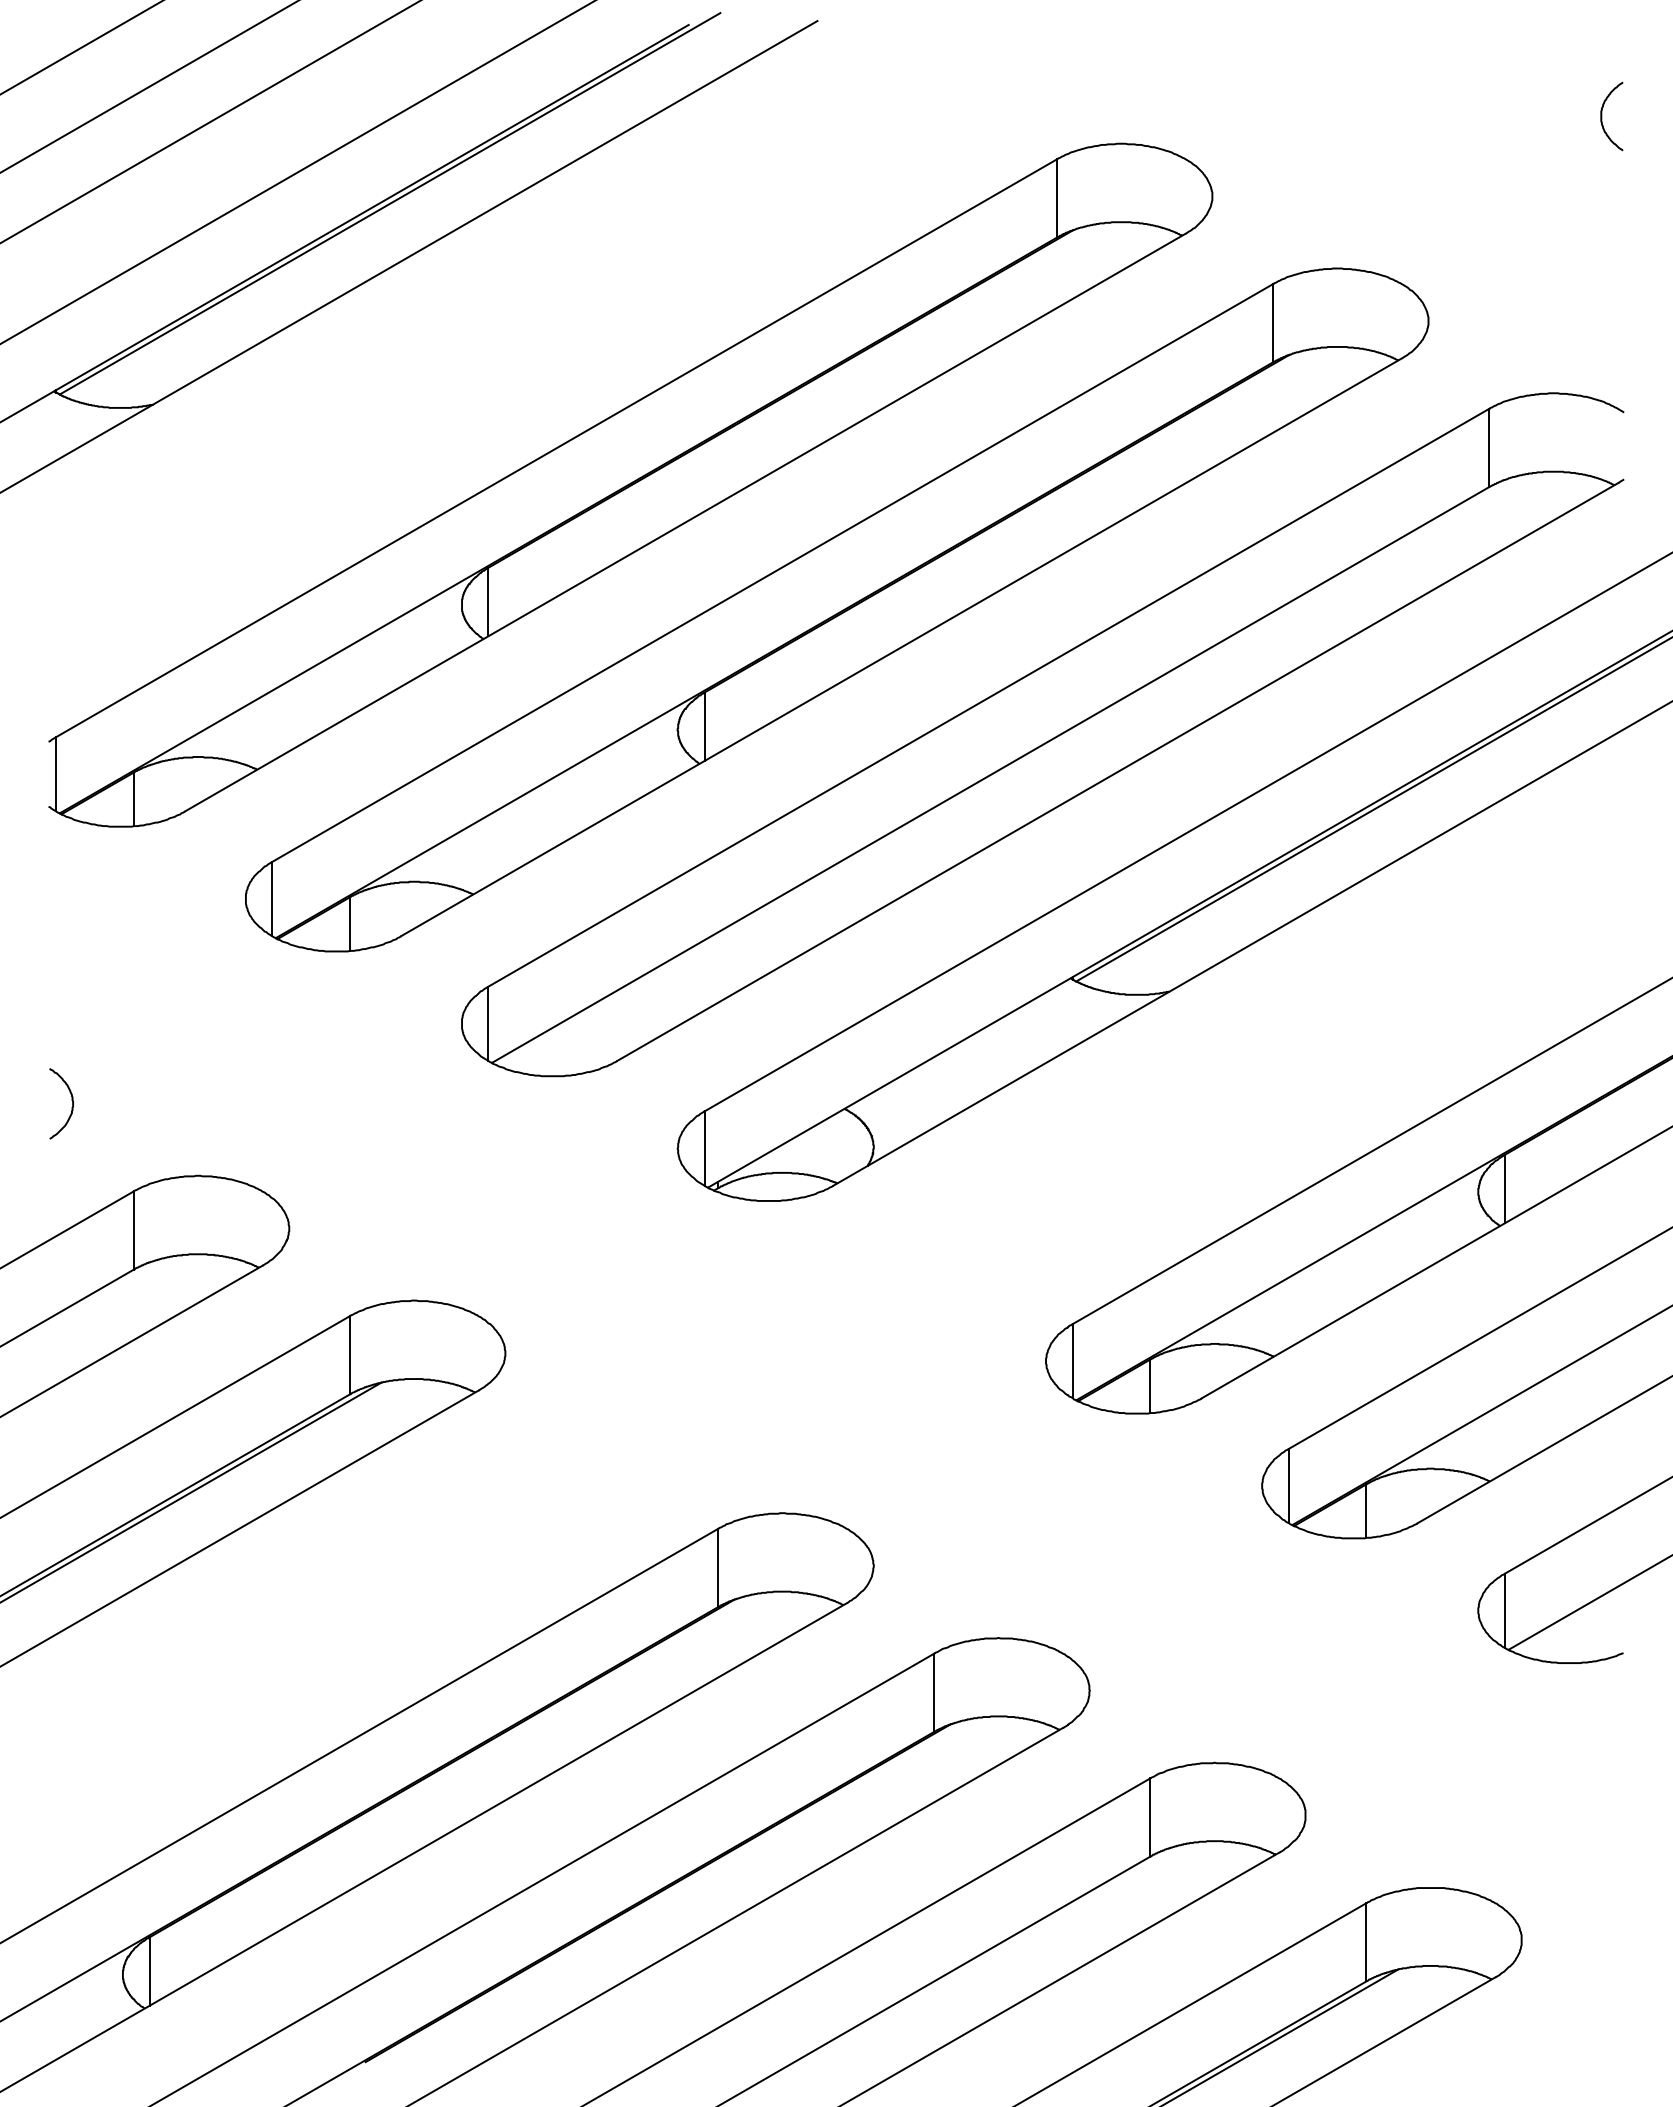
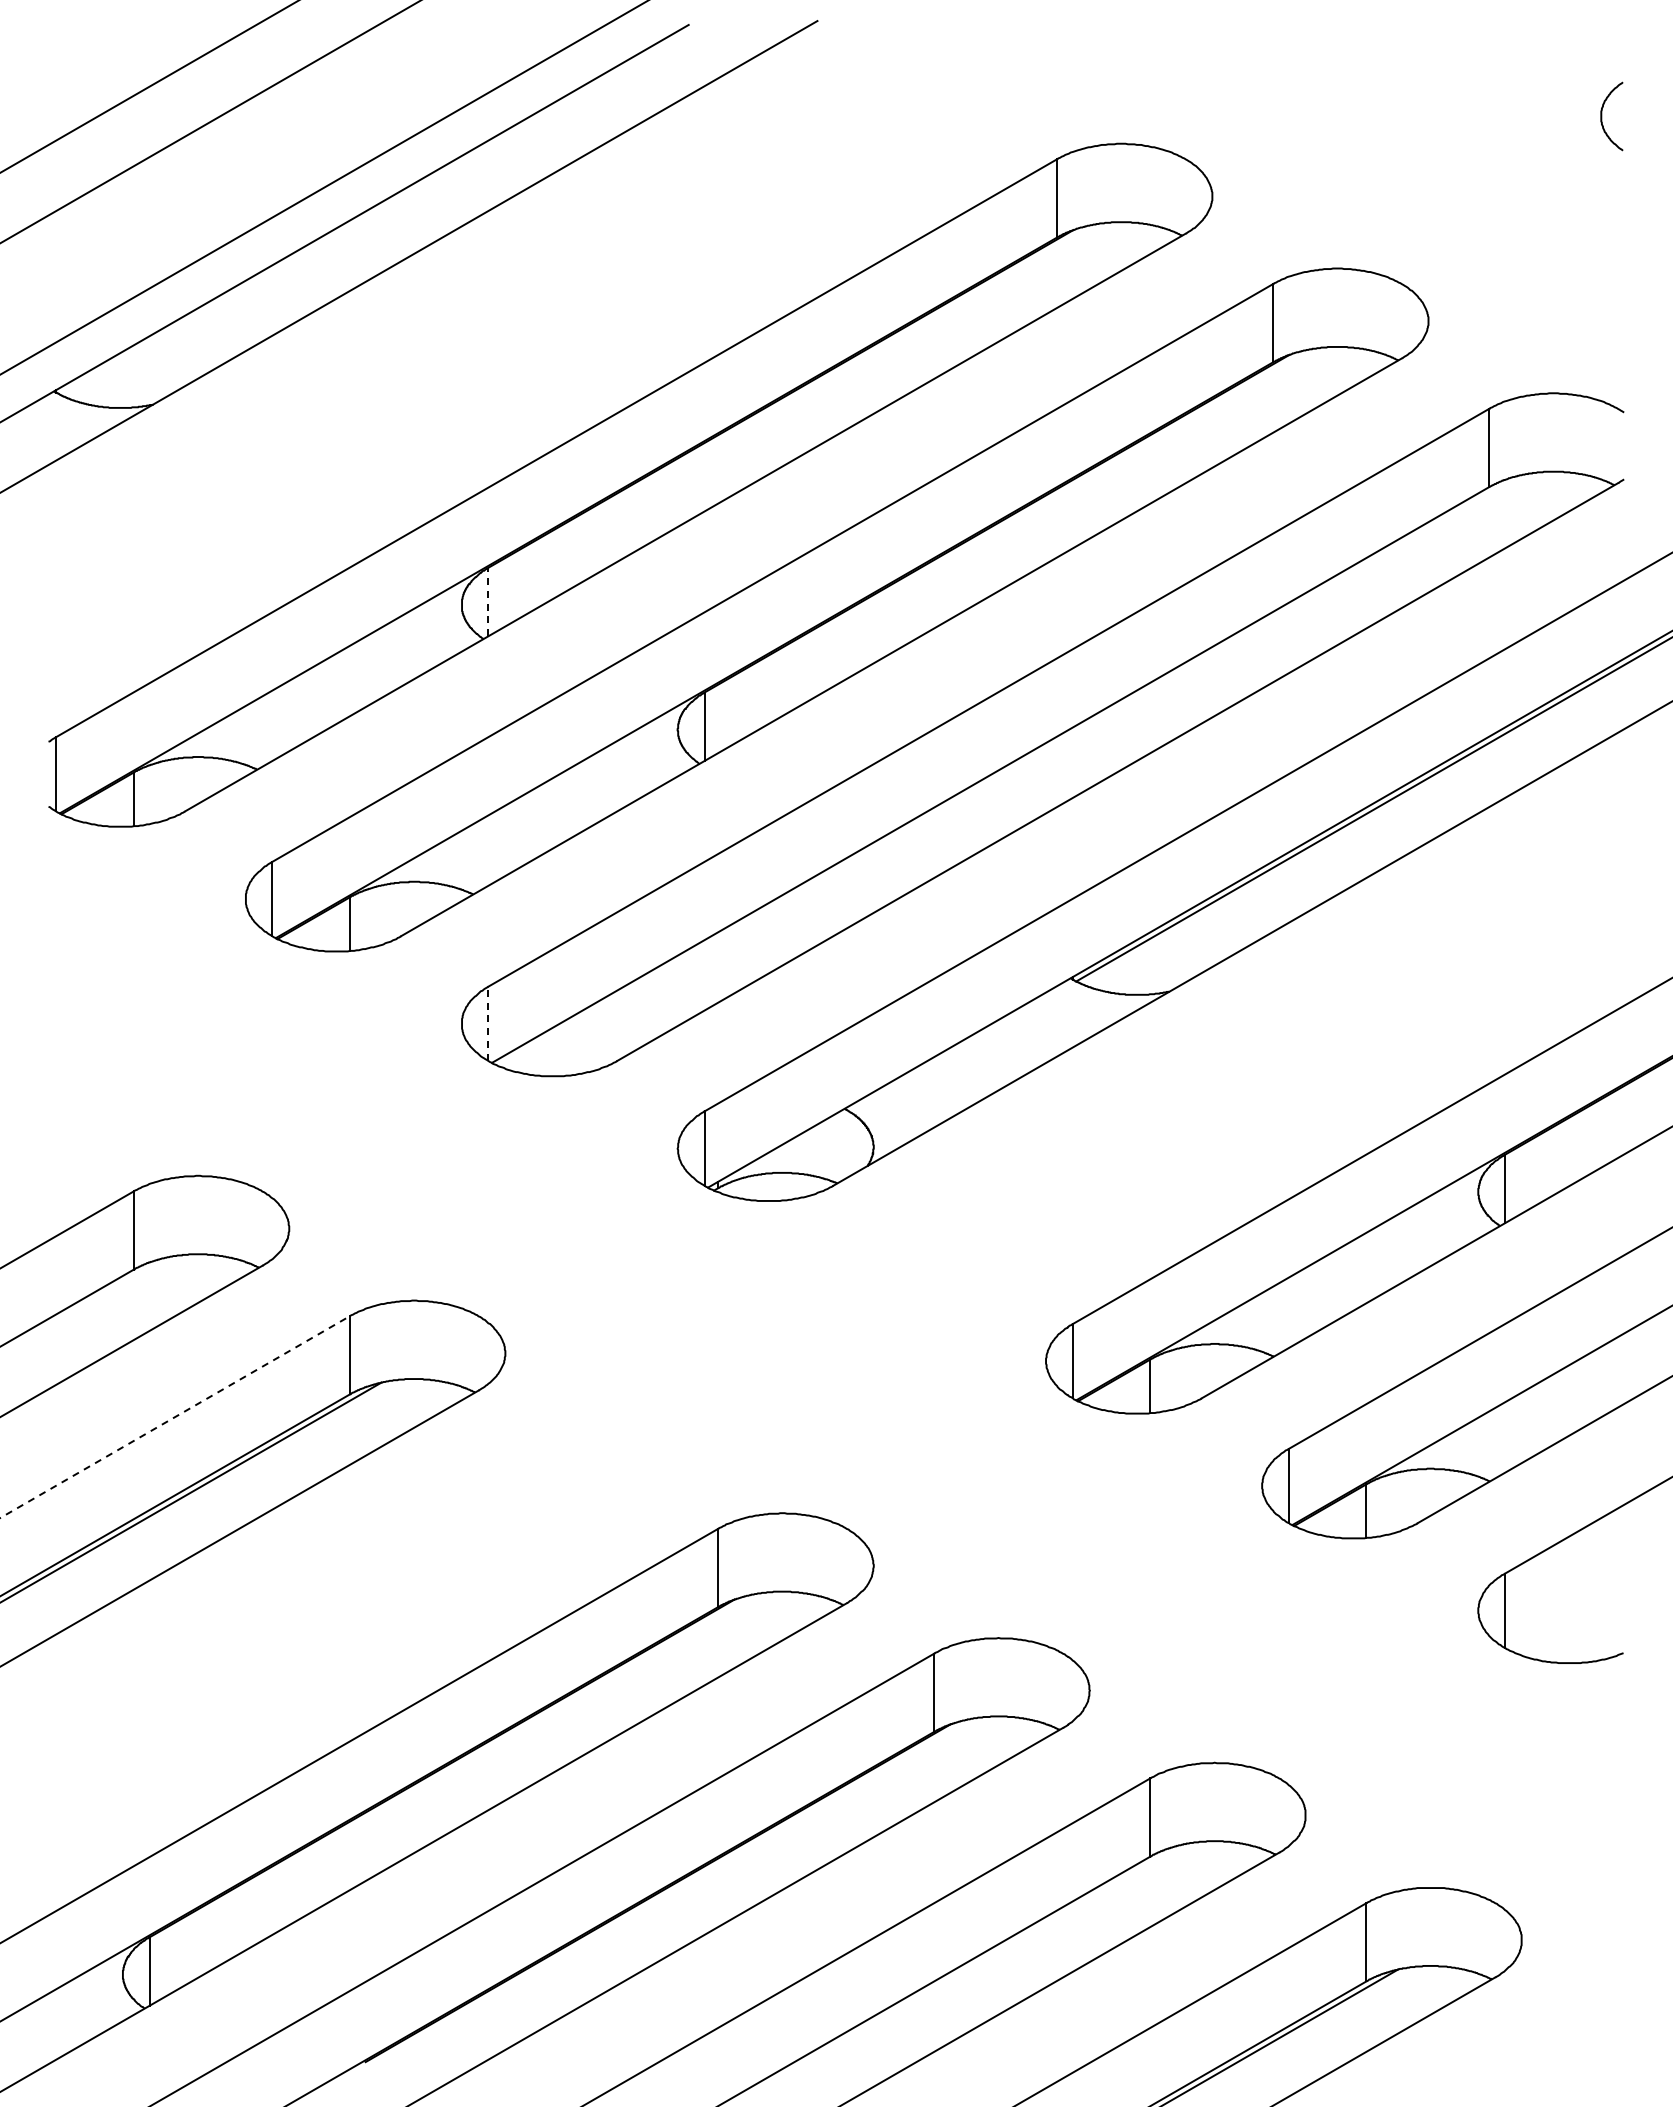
line at (81, 47): present -> none
line at (297, 172) position: (297, 172) -> (323, 187)
line at (389, 203): present -> none
line at (488, 601): solid -> dashed
line at (488, 1023): solid -> dashed
curve at (71, 1100): present -> none
line at (175, 1417): solid -> dashed
line at (1588, 1602): present -> none
